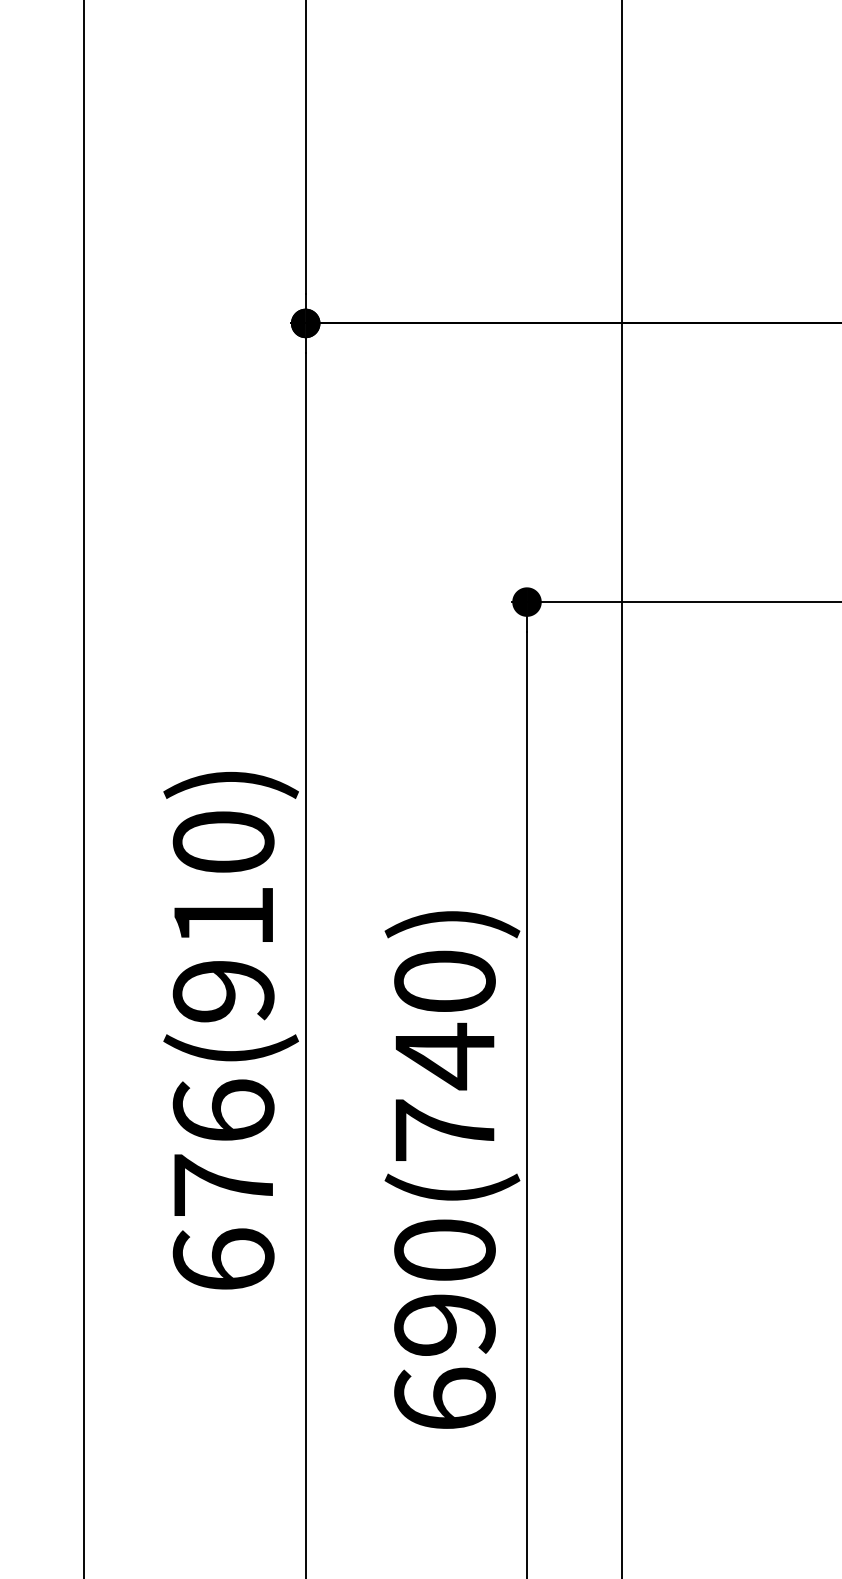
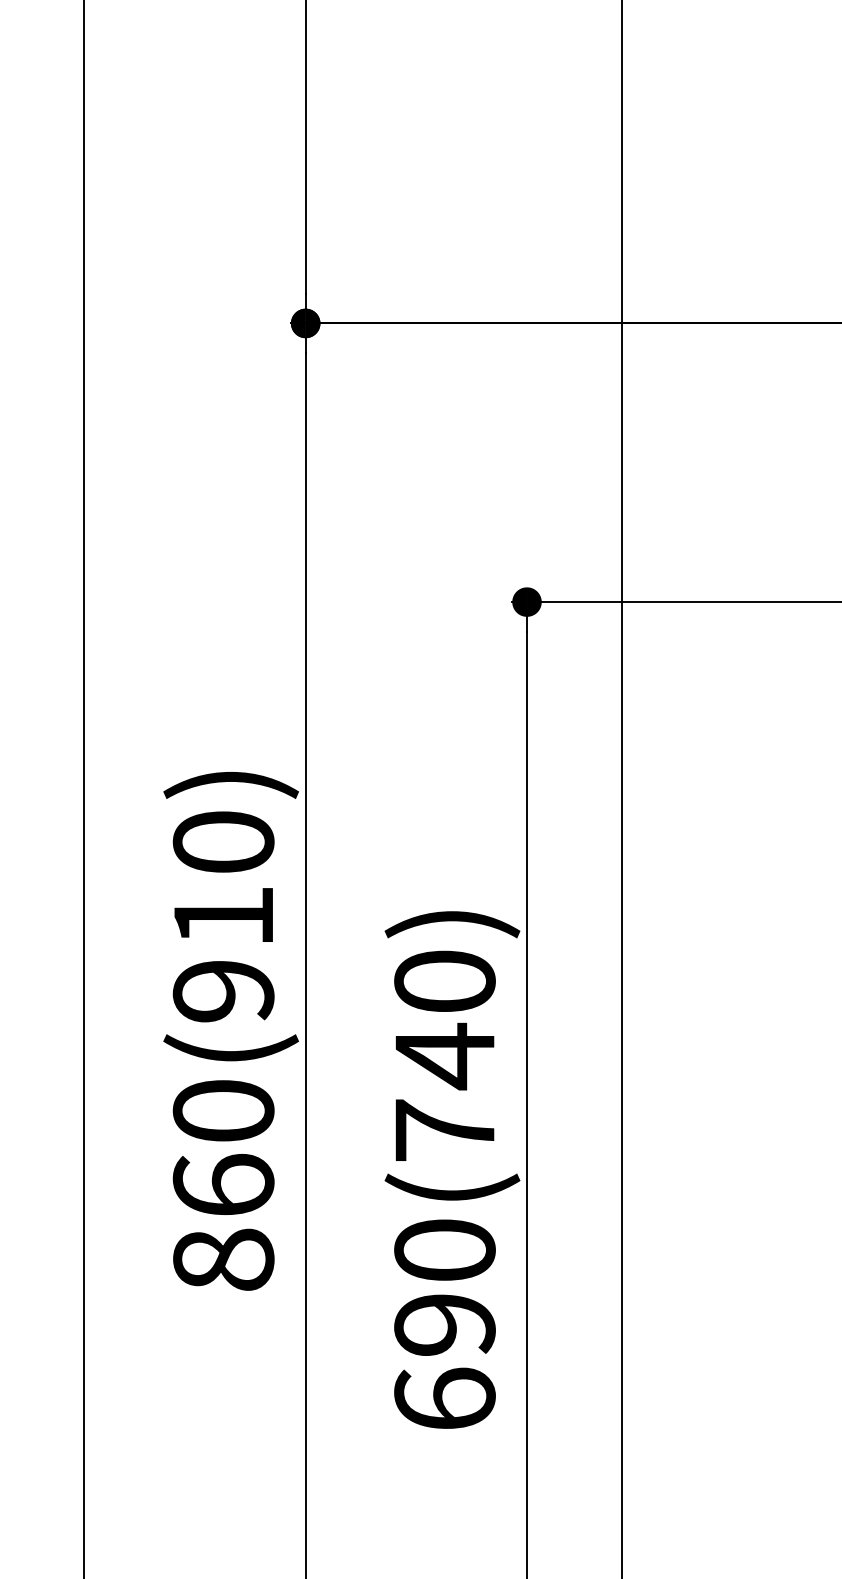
text at (223, 1184): 676(910) -> 860(910)
